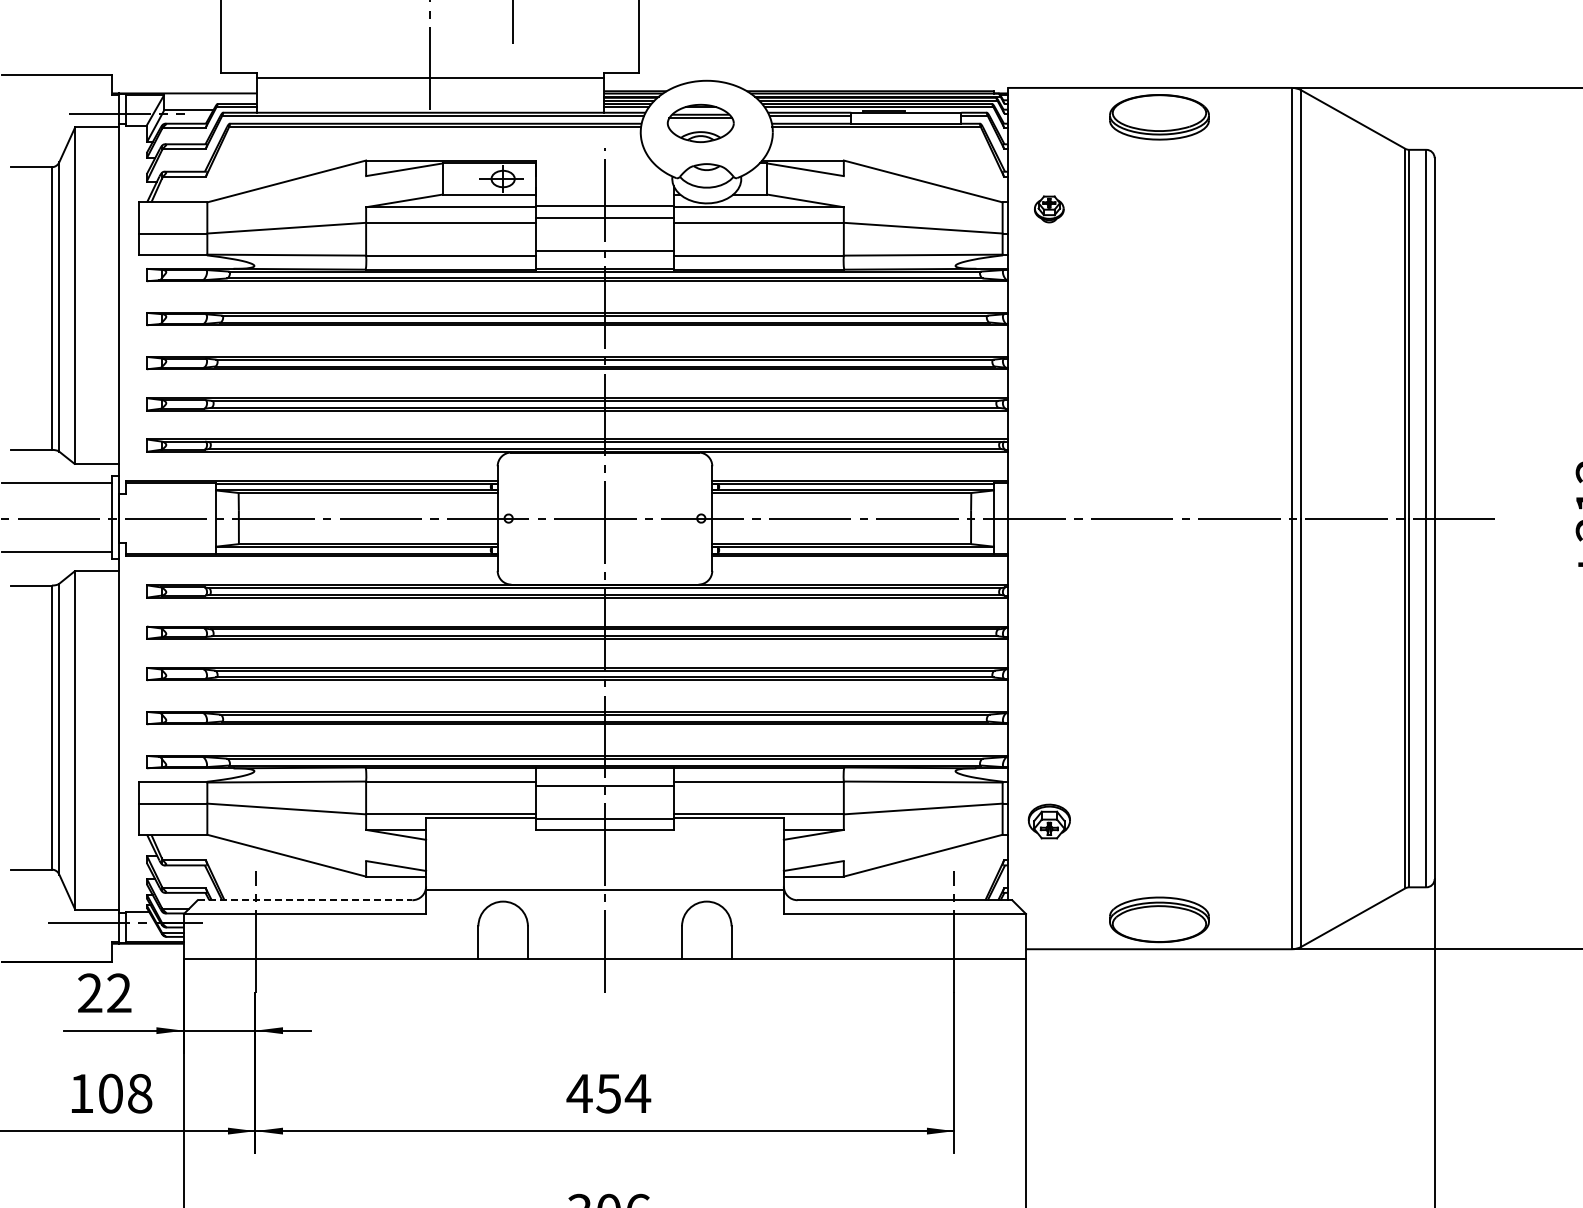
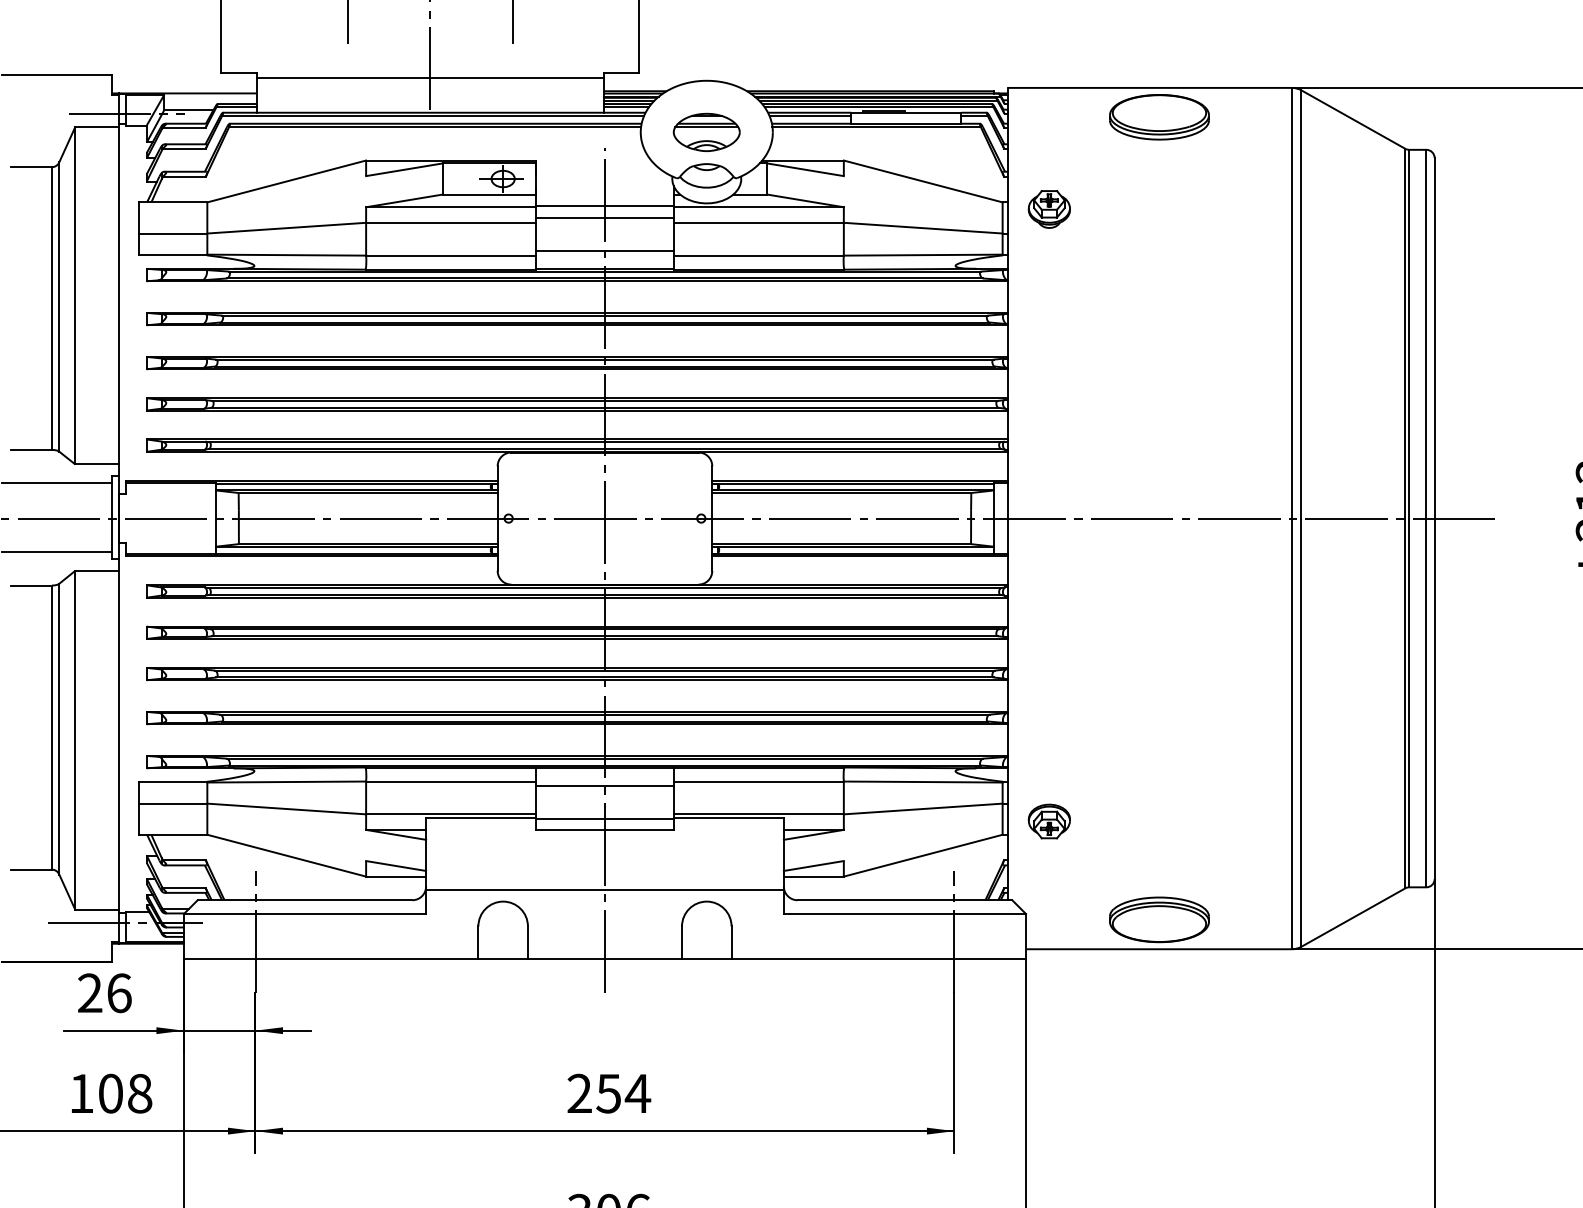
line at (347, 23): none -> present
part at (700, 123) position: (700, 123) -> (706, 132)
part at (1049, 209) size: 31x29 px -> 44x39 px
line at (305, 900): dashed -> solid
text at (119, 993): 22 -> 26
text at (579, 1092): 454 -> 254
